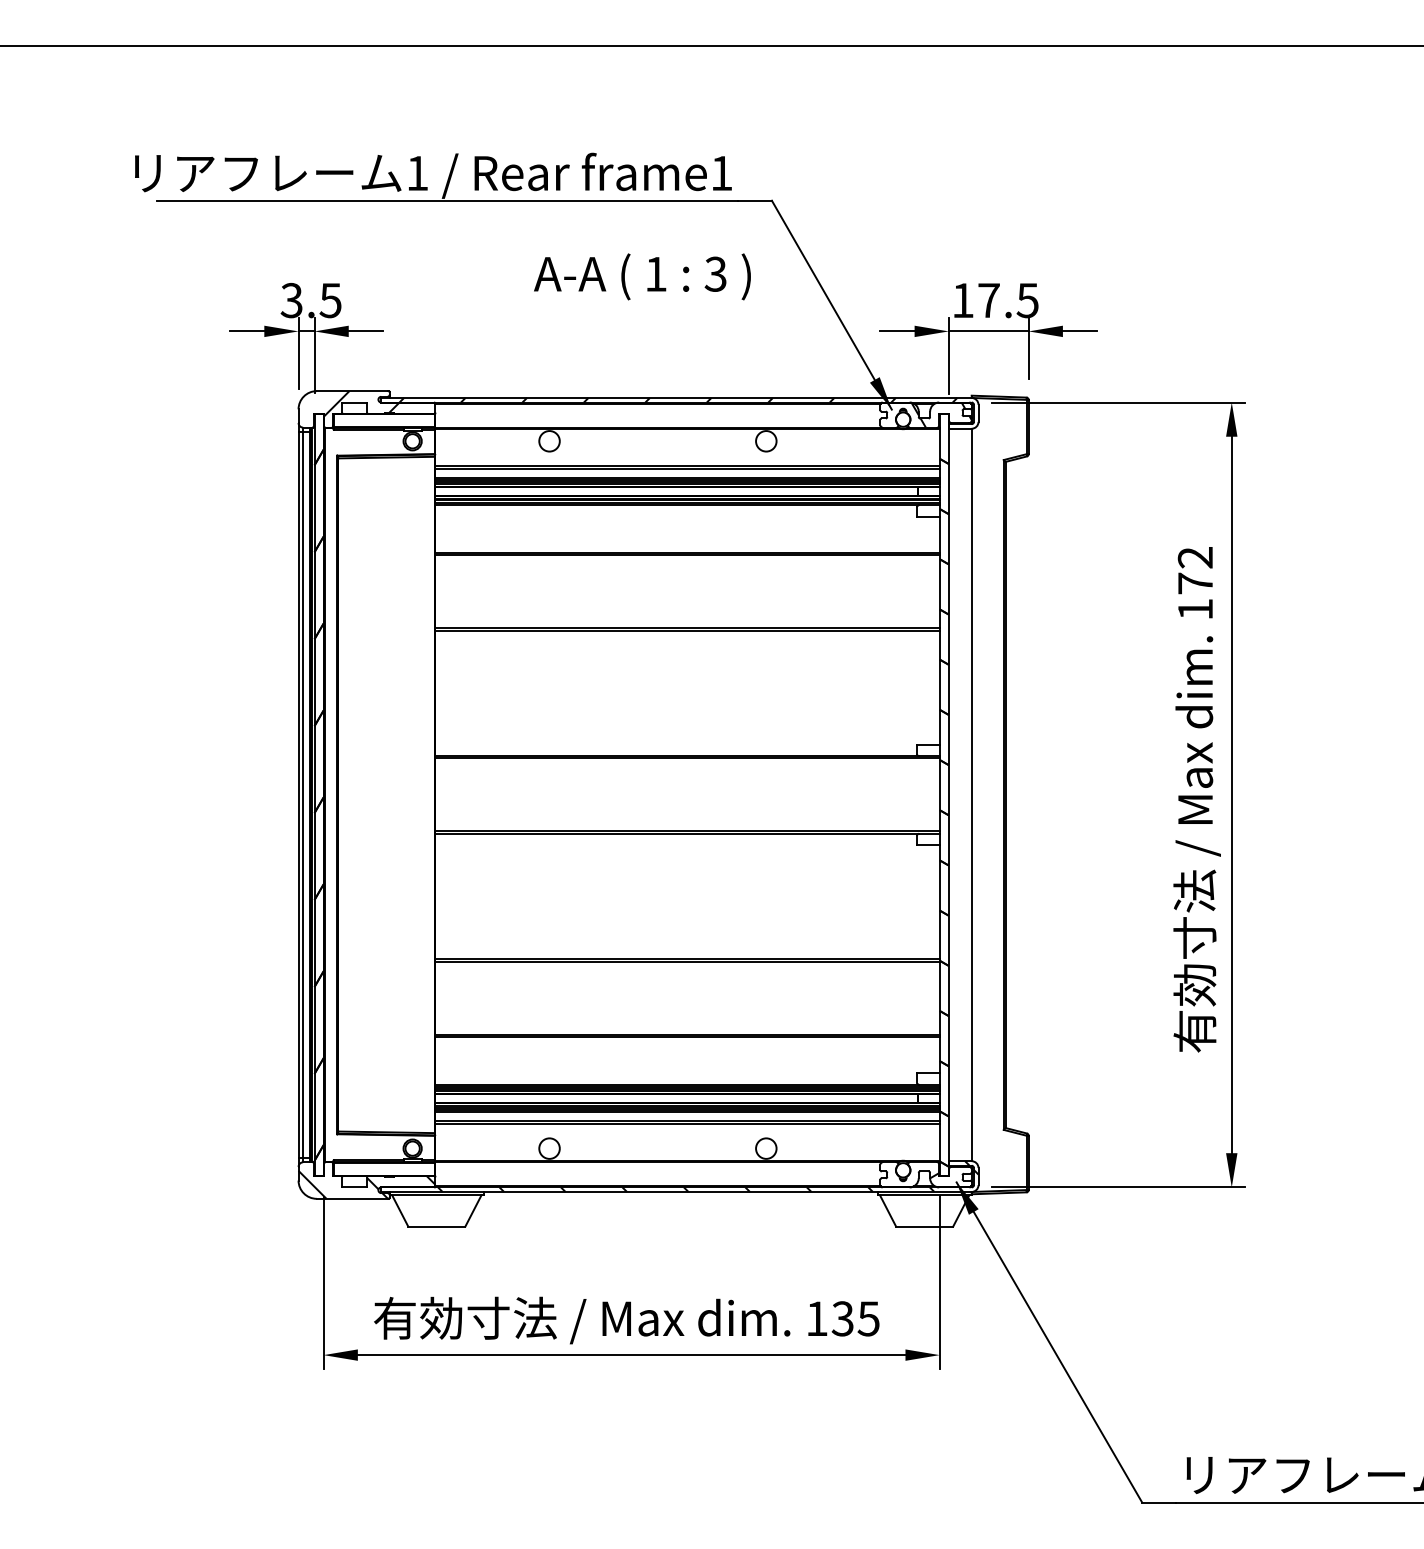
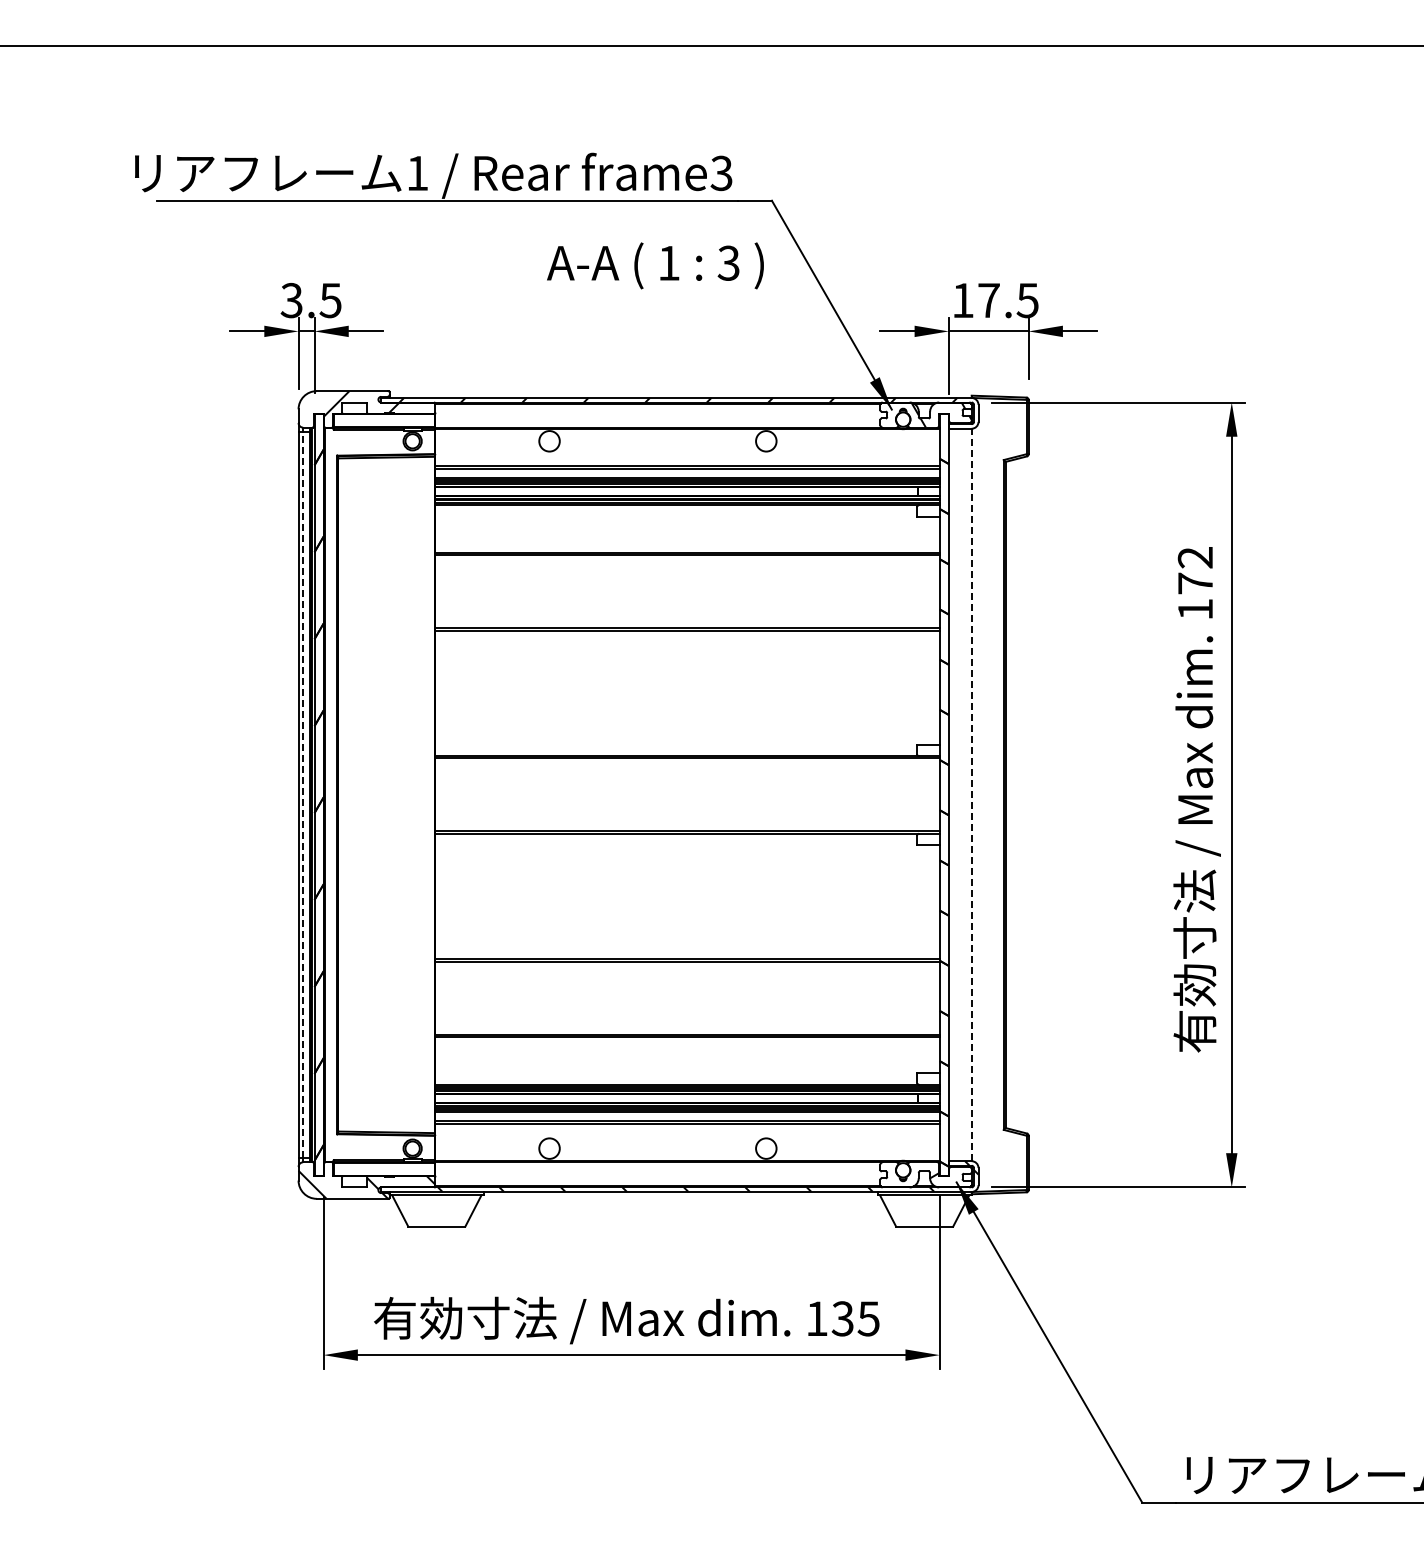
text at (721, 173): frame1 -> frame3
text at (642, 276) position: (642, 276) -> (655, 265)
line at (303, 794): solid -> dashed
line at (971, 794): solid -> dashed
